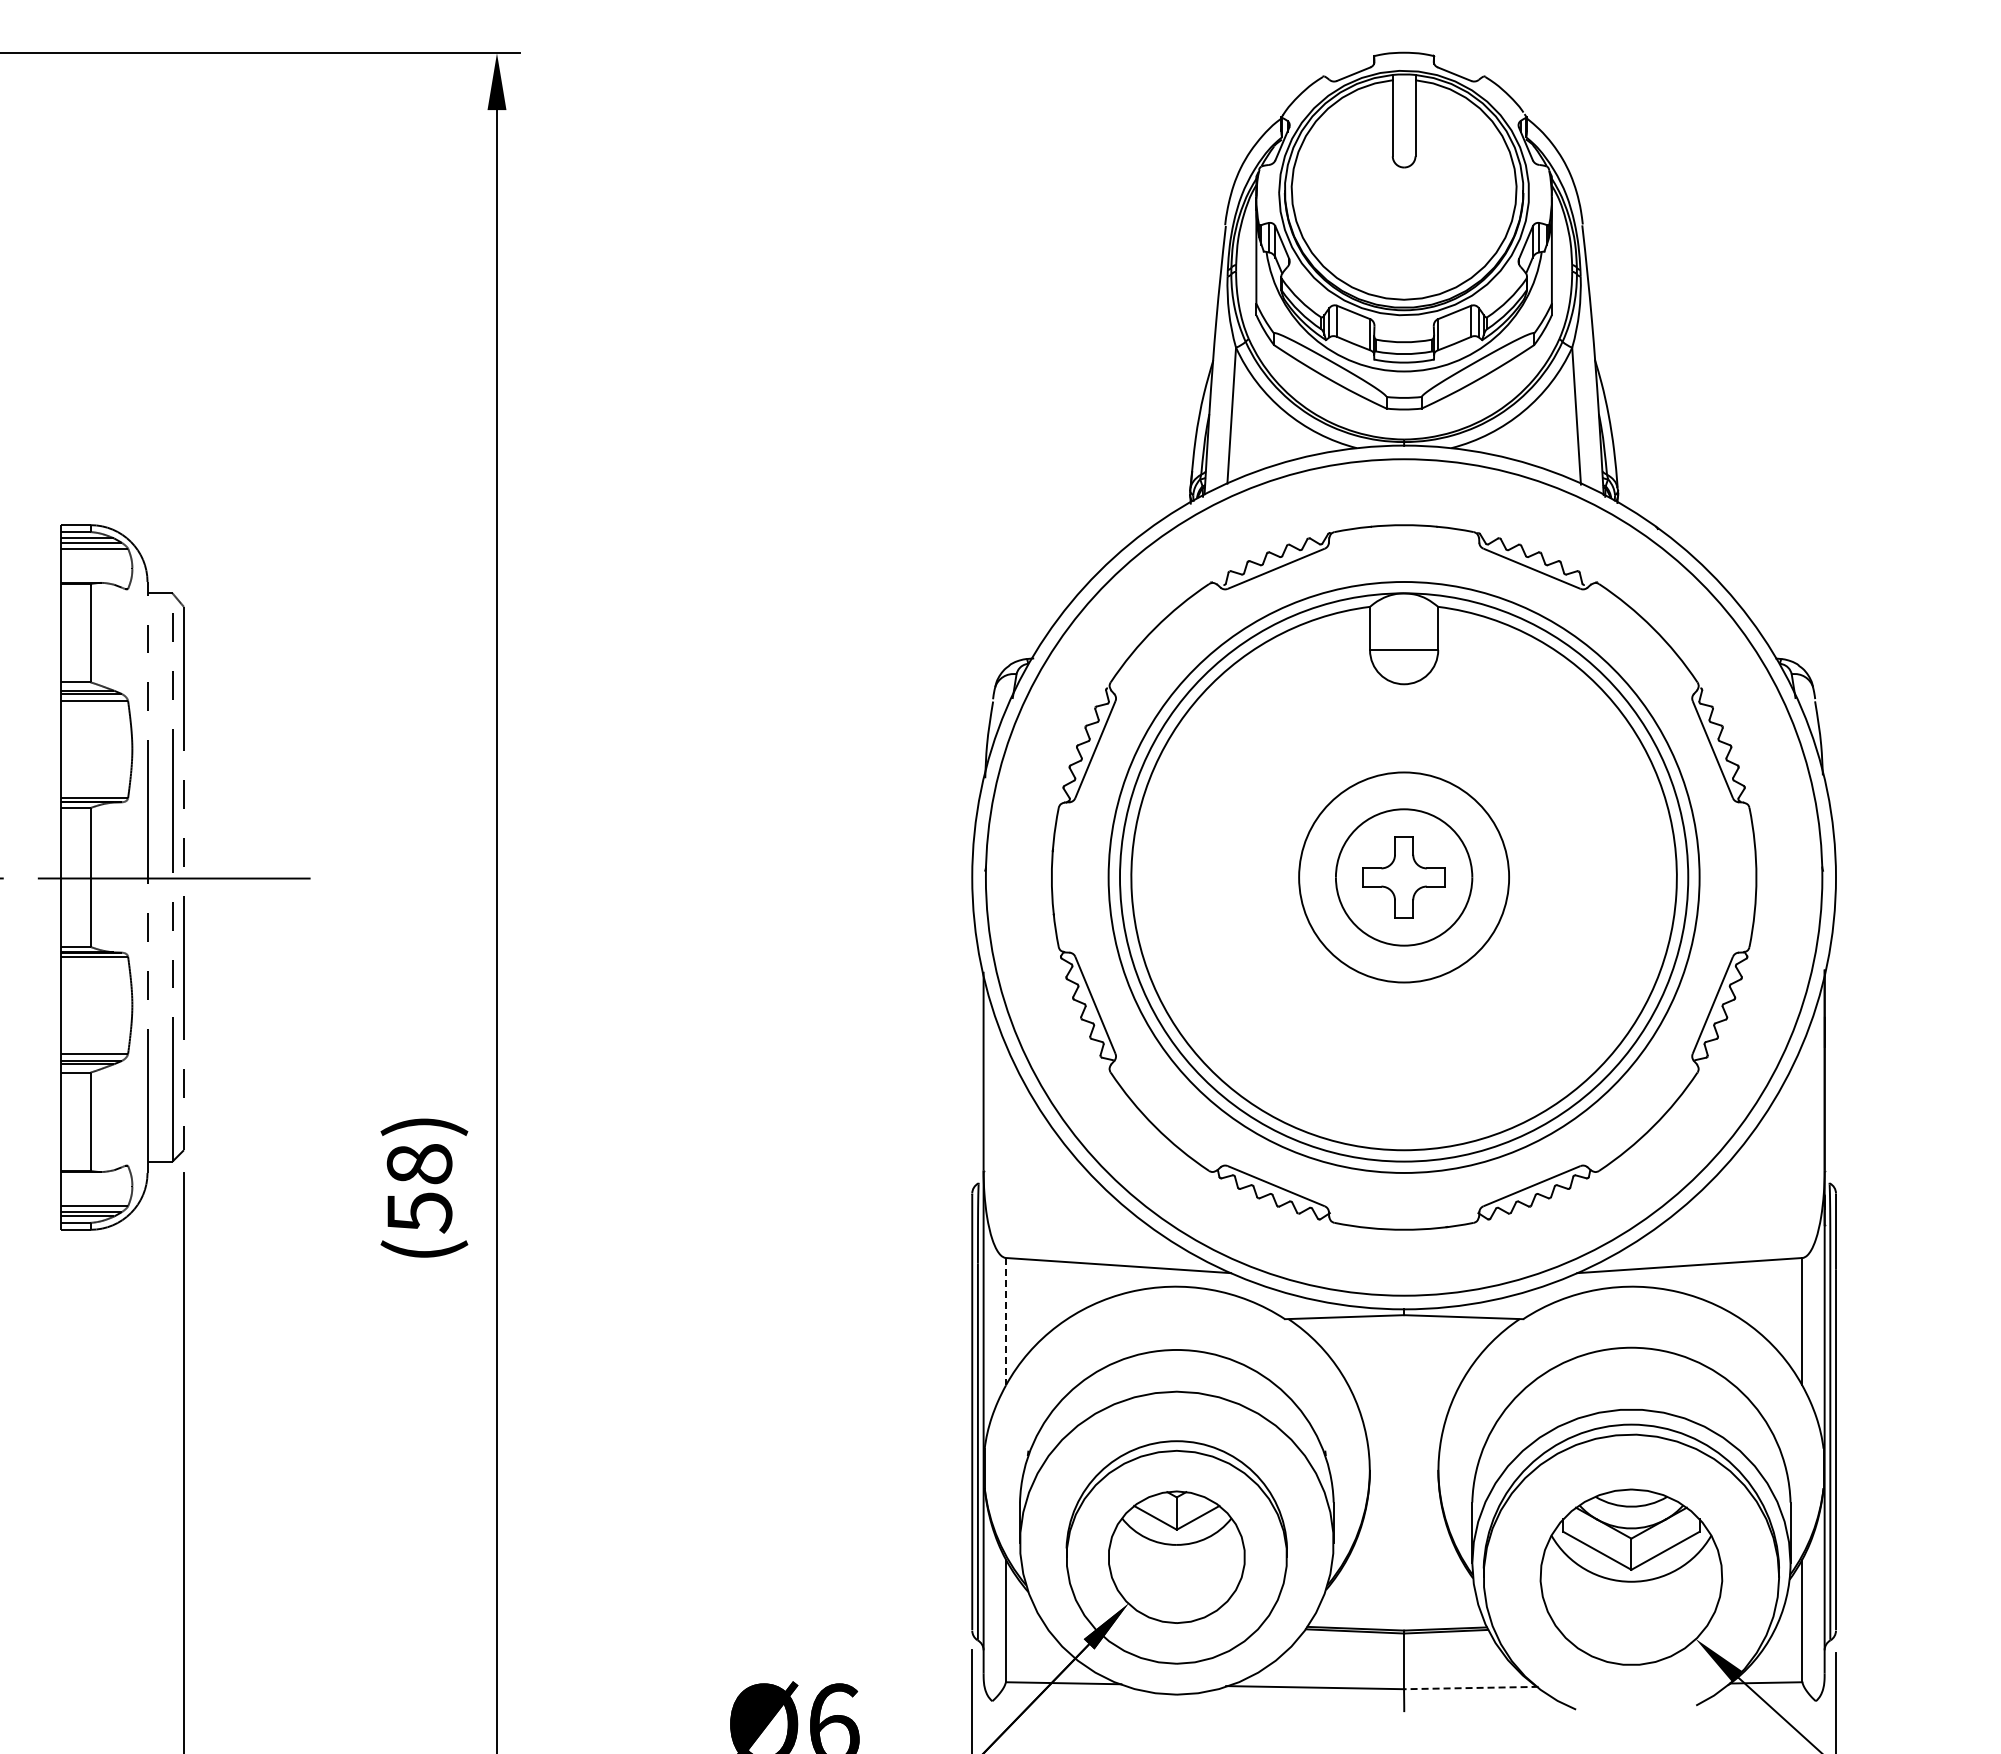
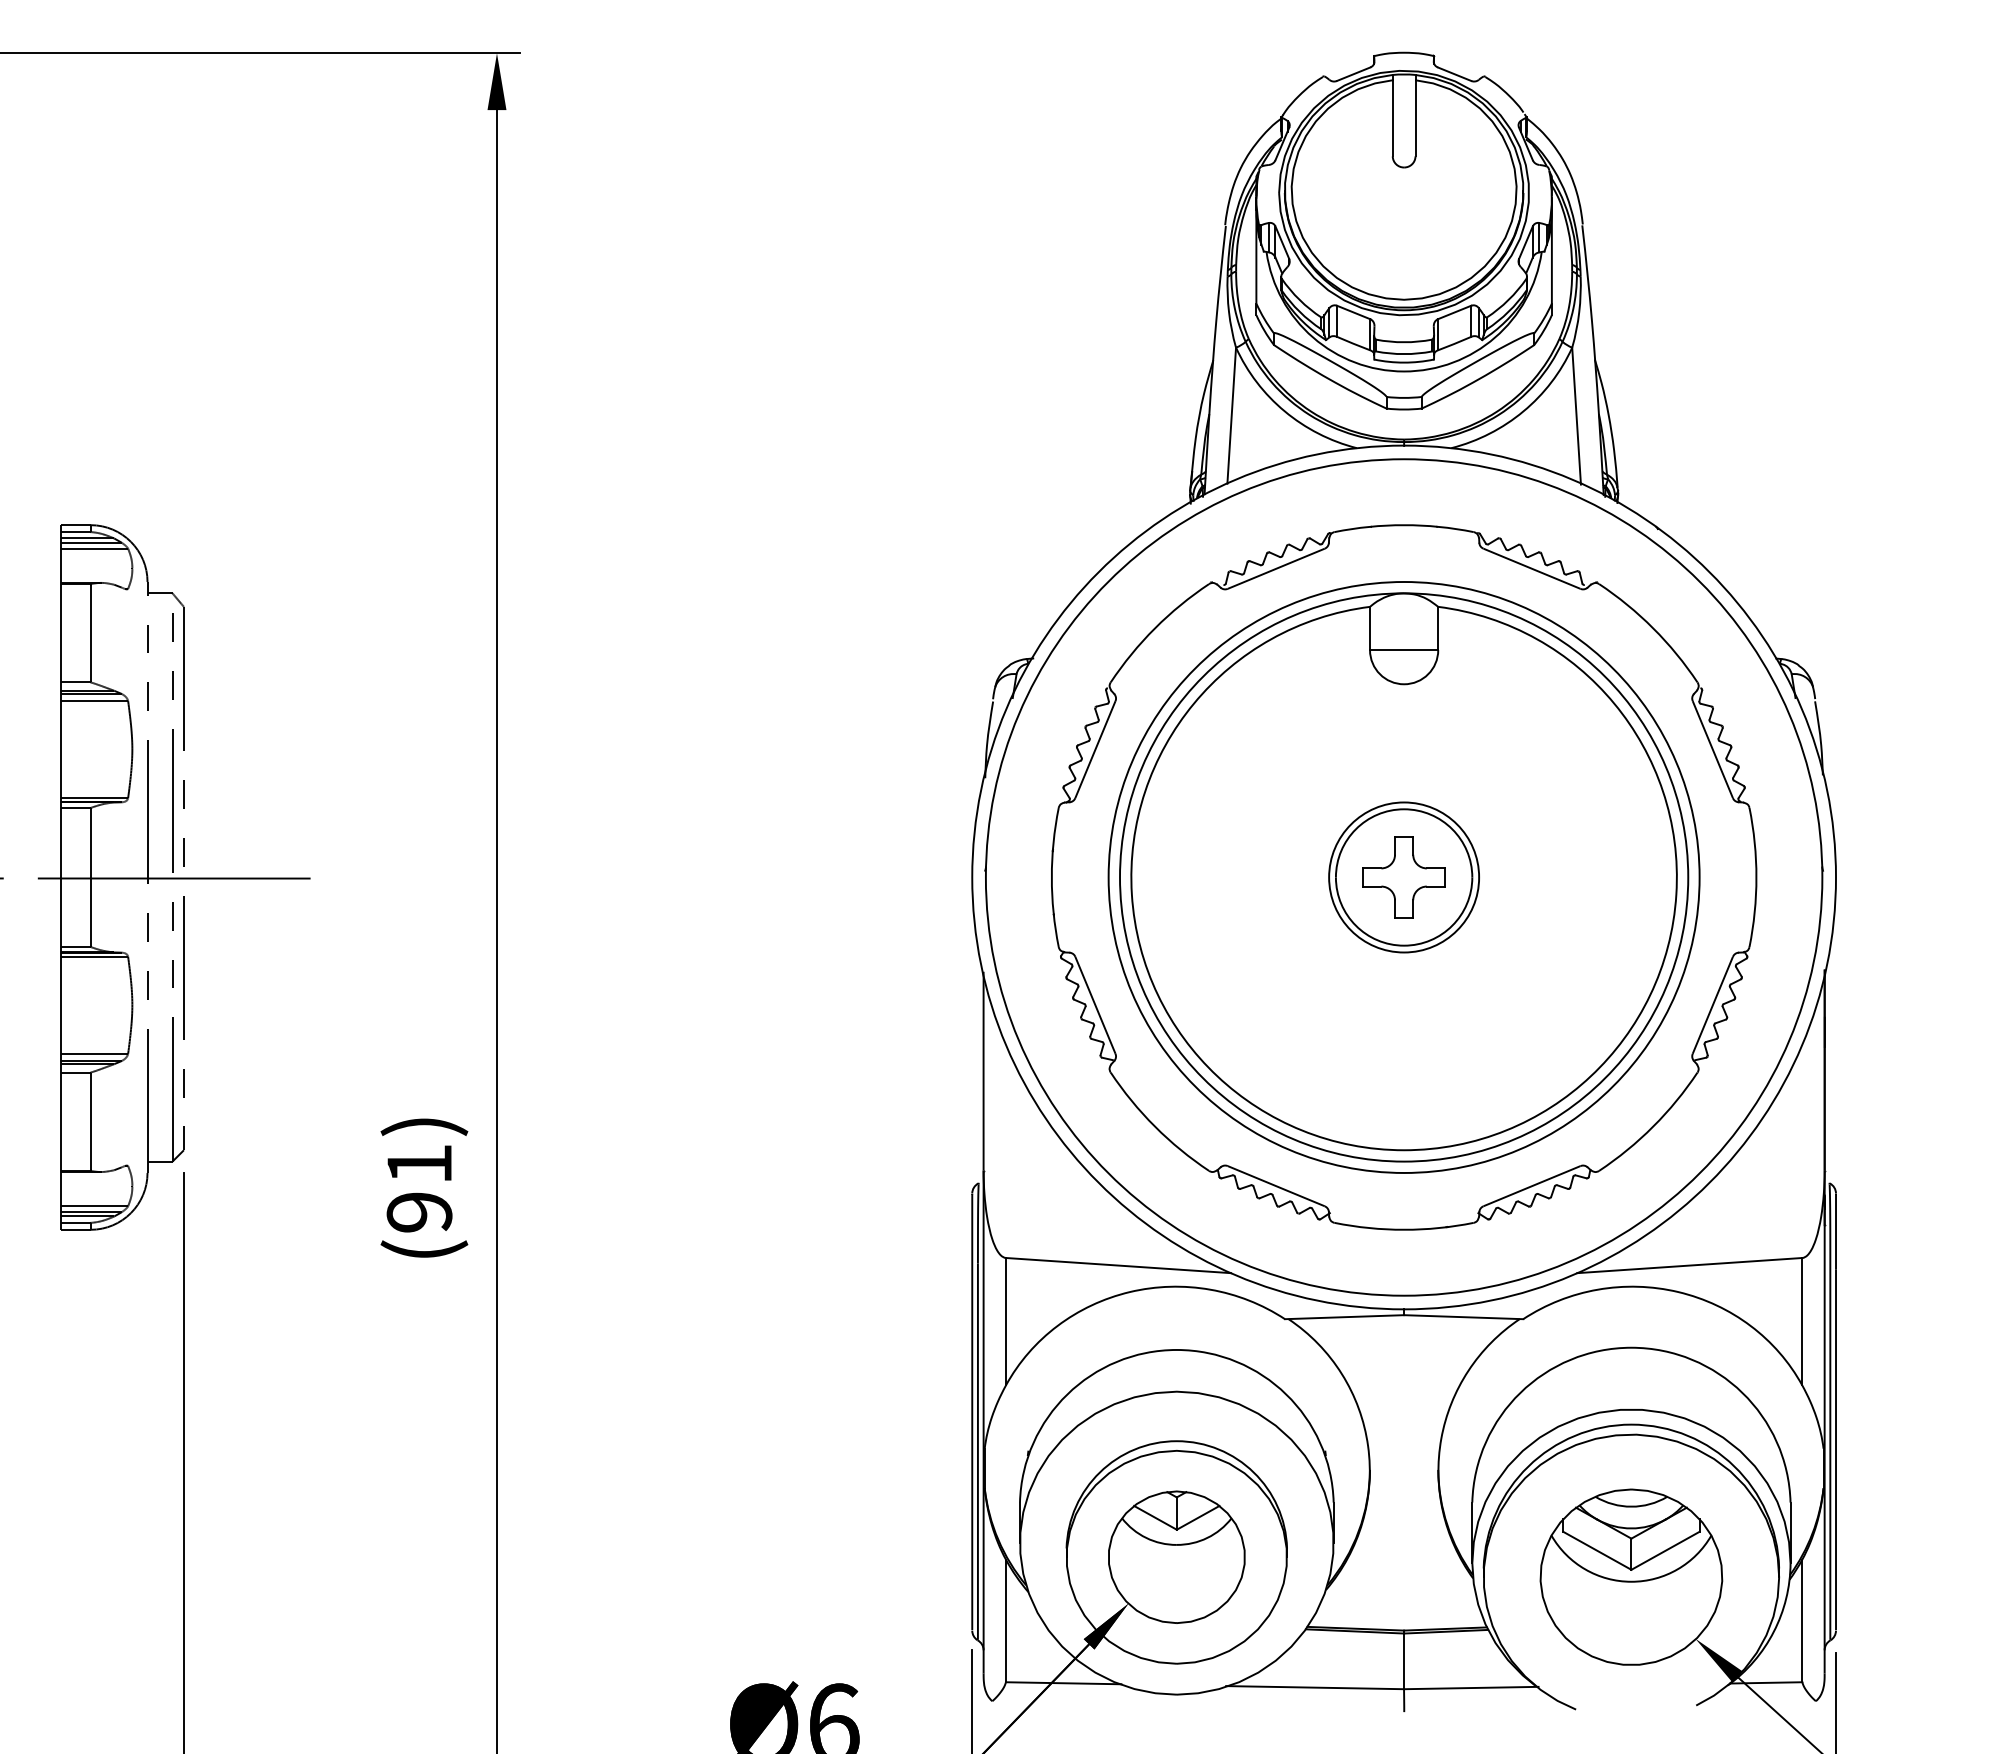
circle at (1404, 877) diameter: 210 px -> 150 px
text at (419, 1188): (58) -> (91)
line at (1005, 1321): dashed -> solid
line at (1470, 1688): dashed -> solid
